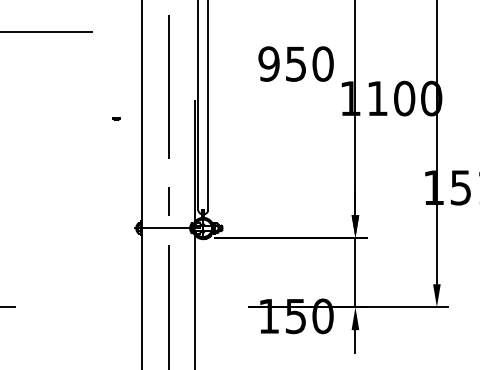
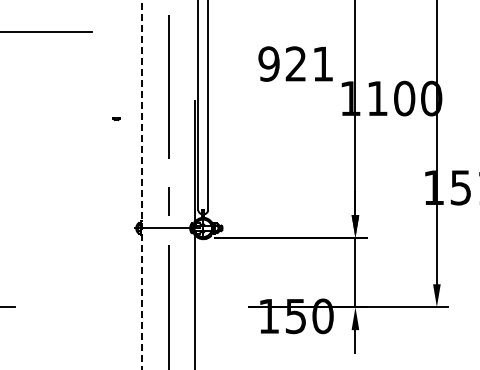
text at (309, 63): 950 -> 921
line at (142, 184): solid -> dashed
